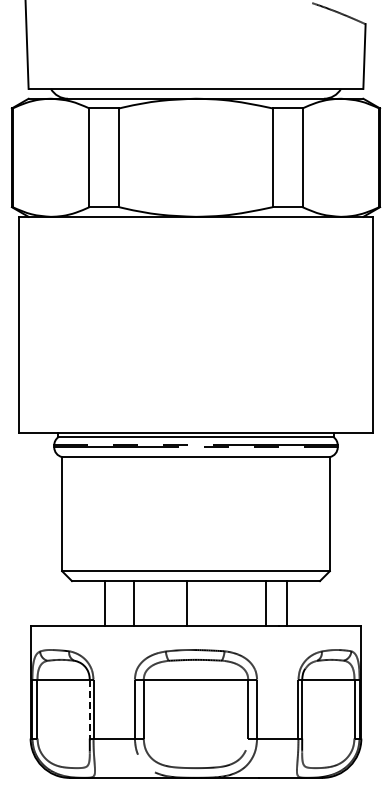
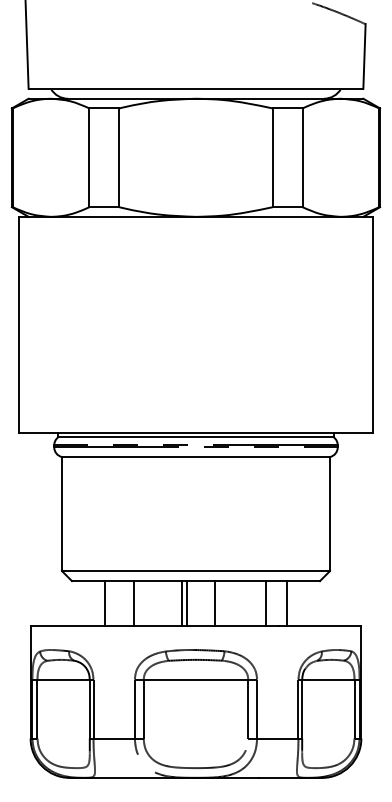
line at (182, 603): none -> present
line at (214, 603): none -> present
line at (89, 709): dashed -> solid
